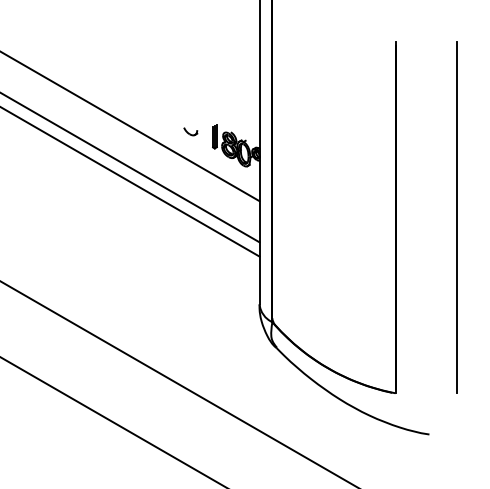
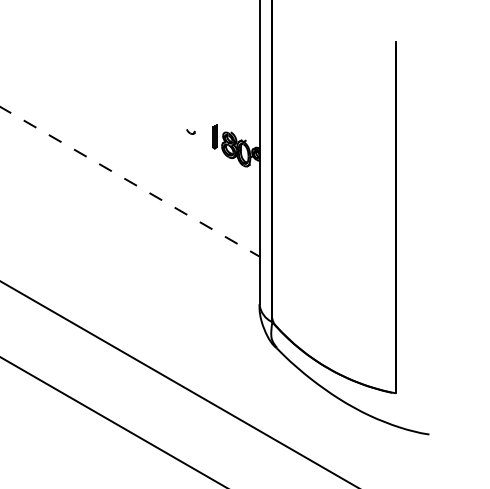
line at (130, 126): present -> none
part at (190, 131) size: 16x10 px -> 10x6 px
line at (130, 167): present -> none
line at (130, 182): solid -> dashed
line at (457, 217): present -> none
